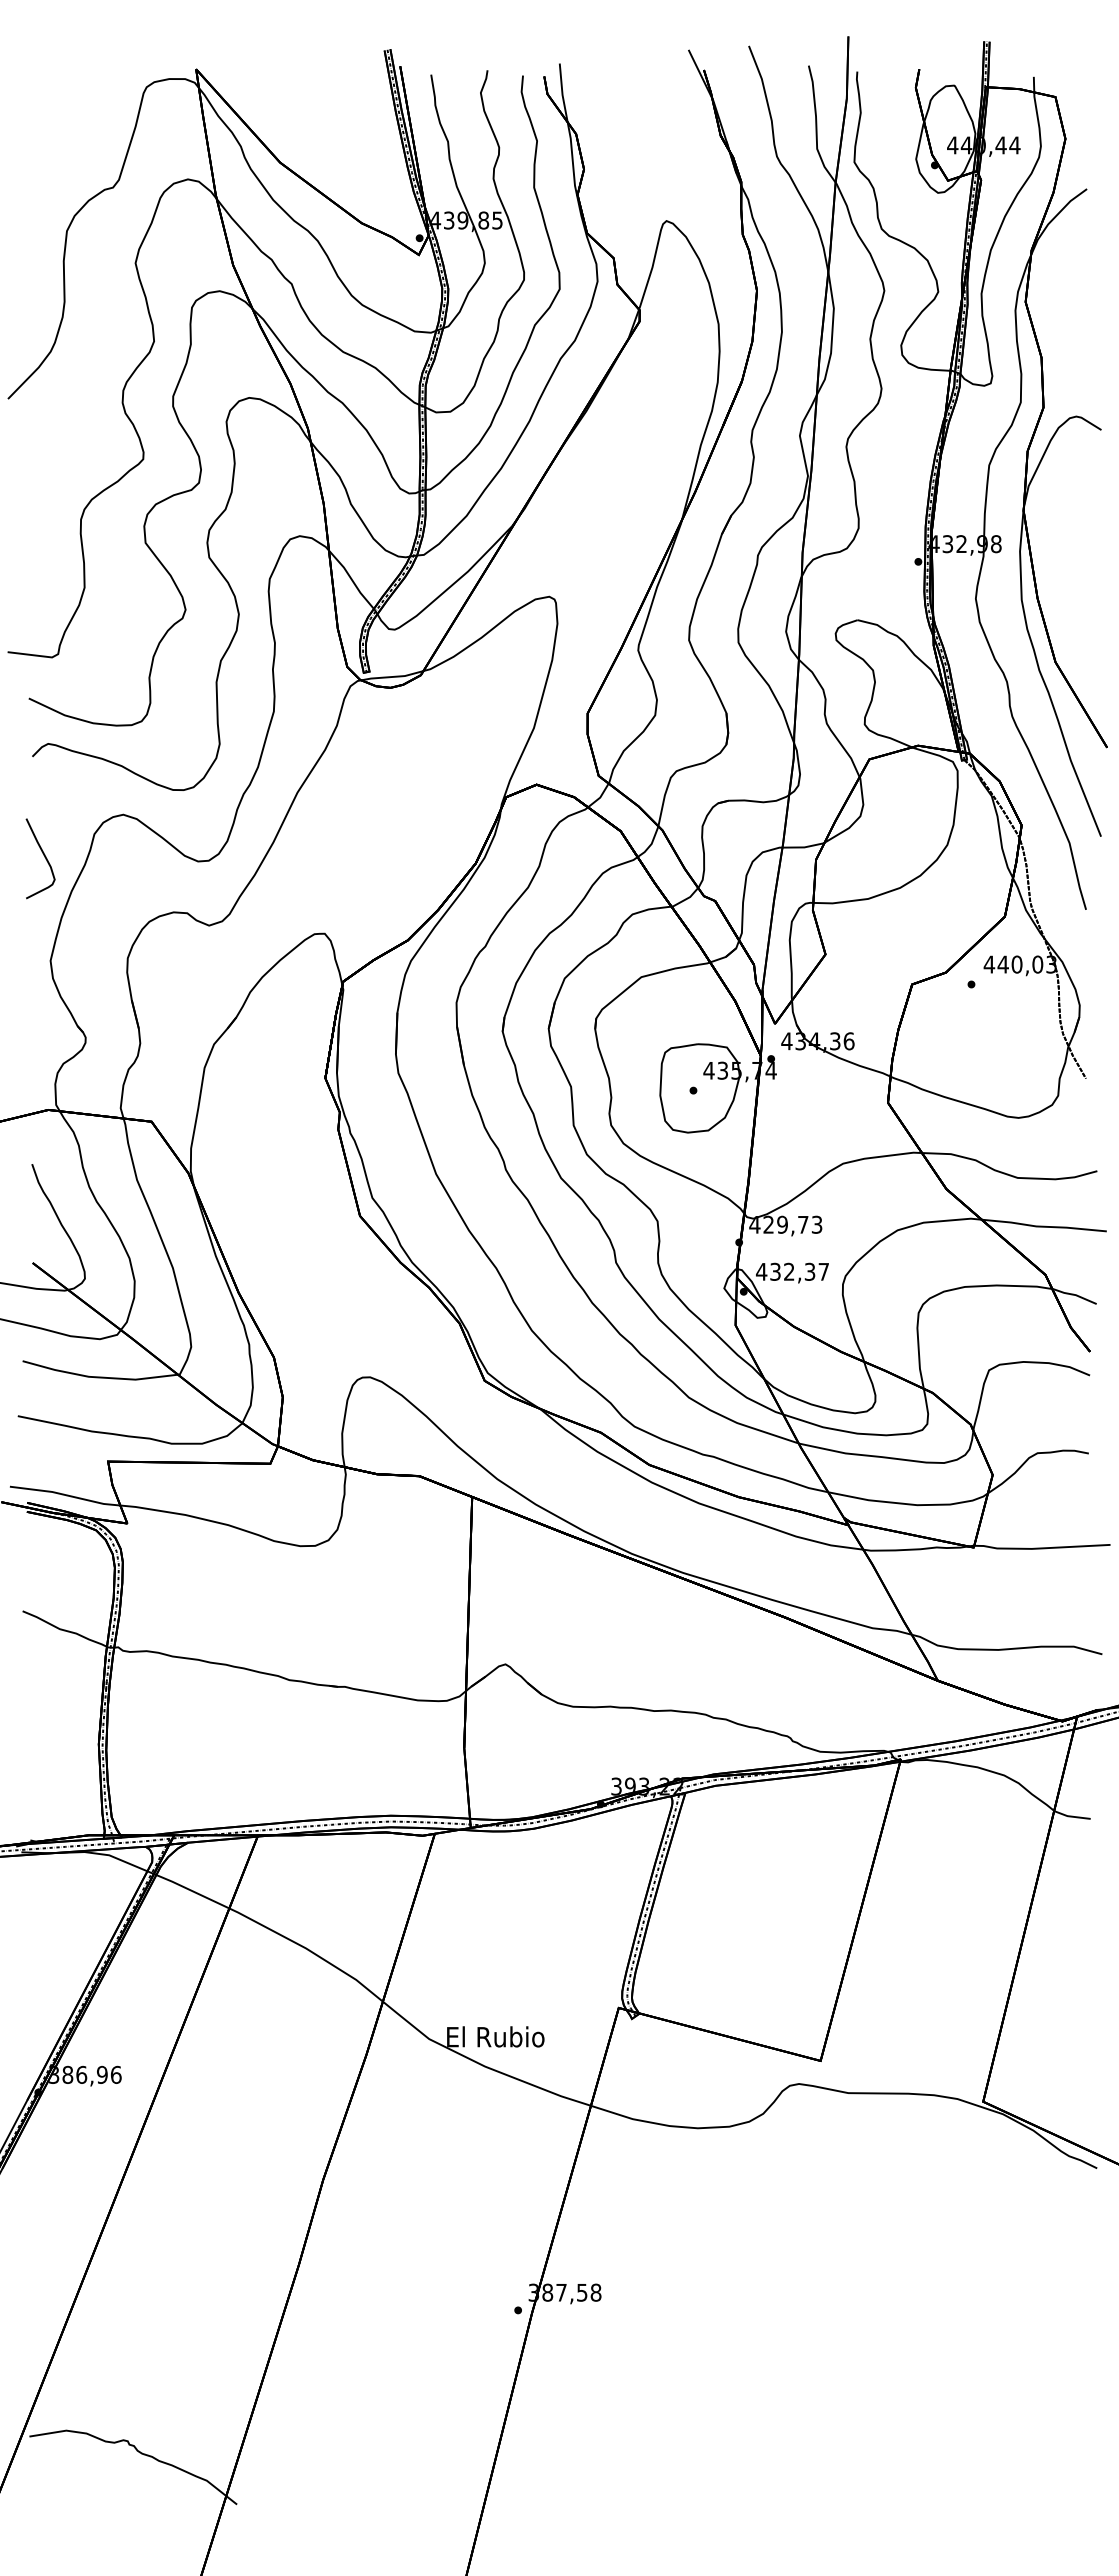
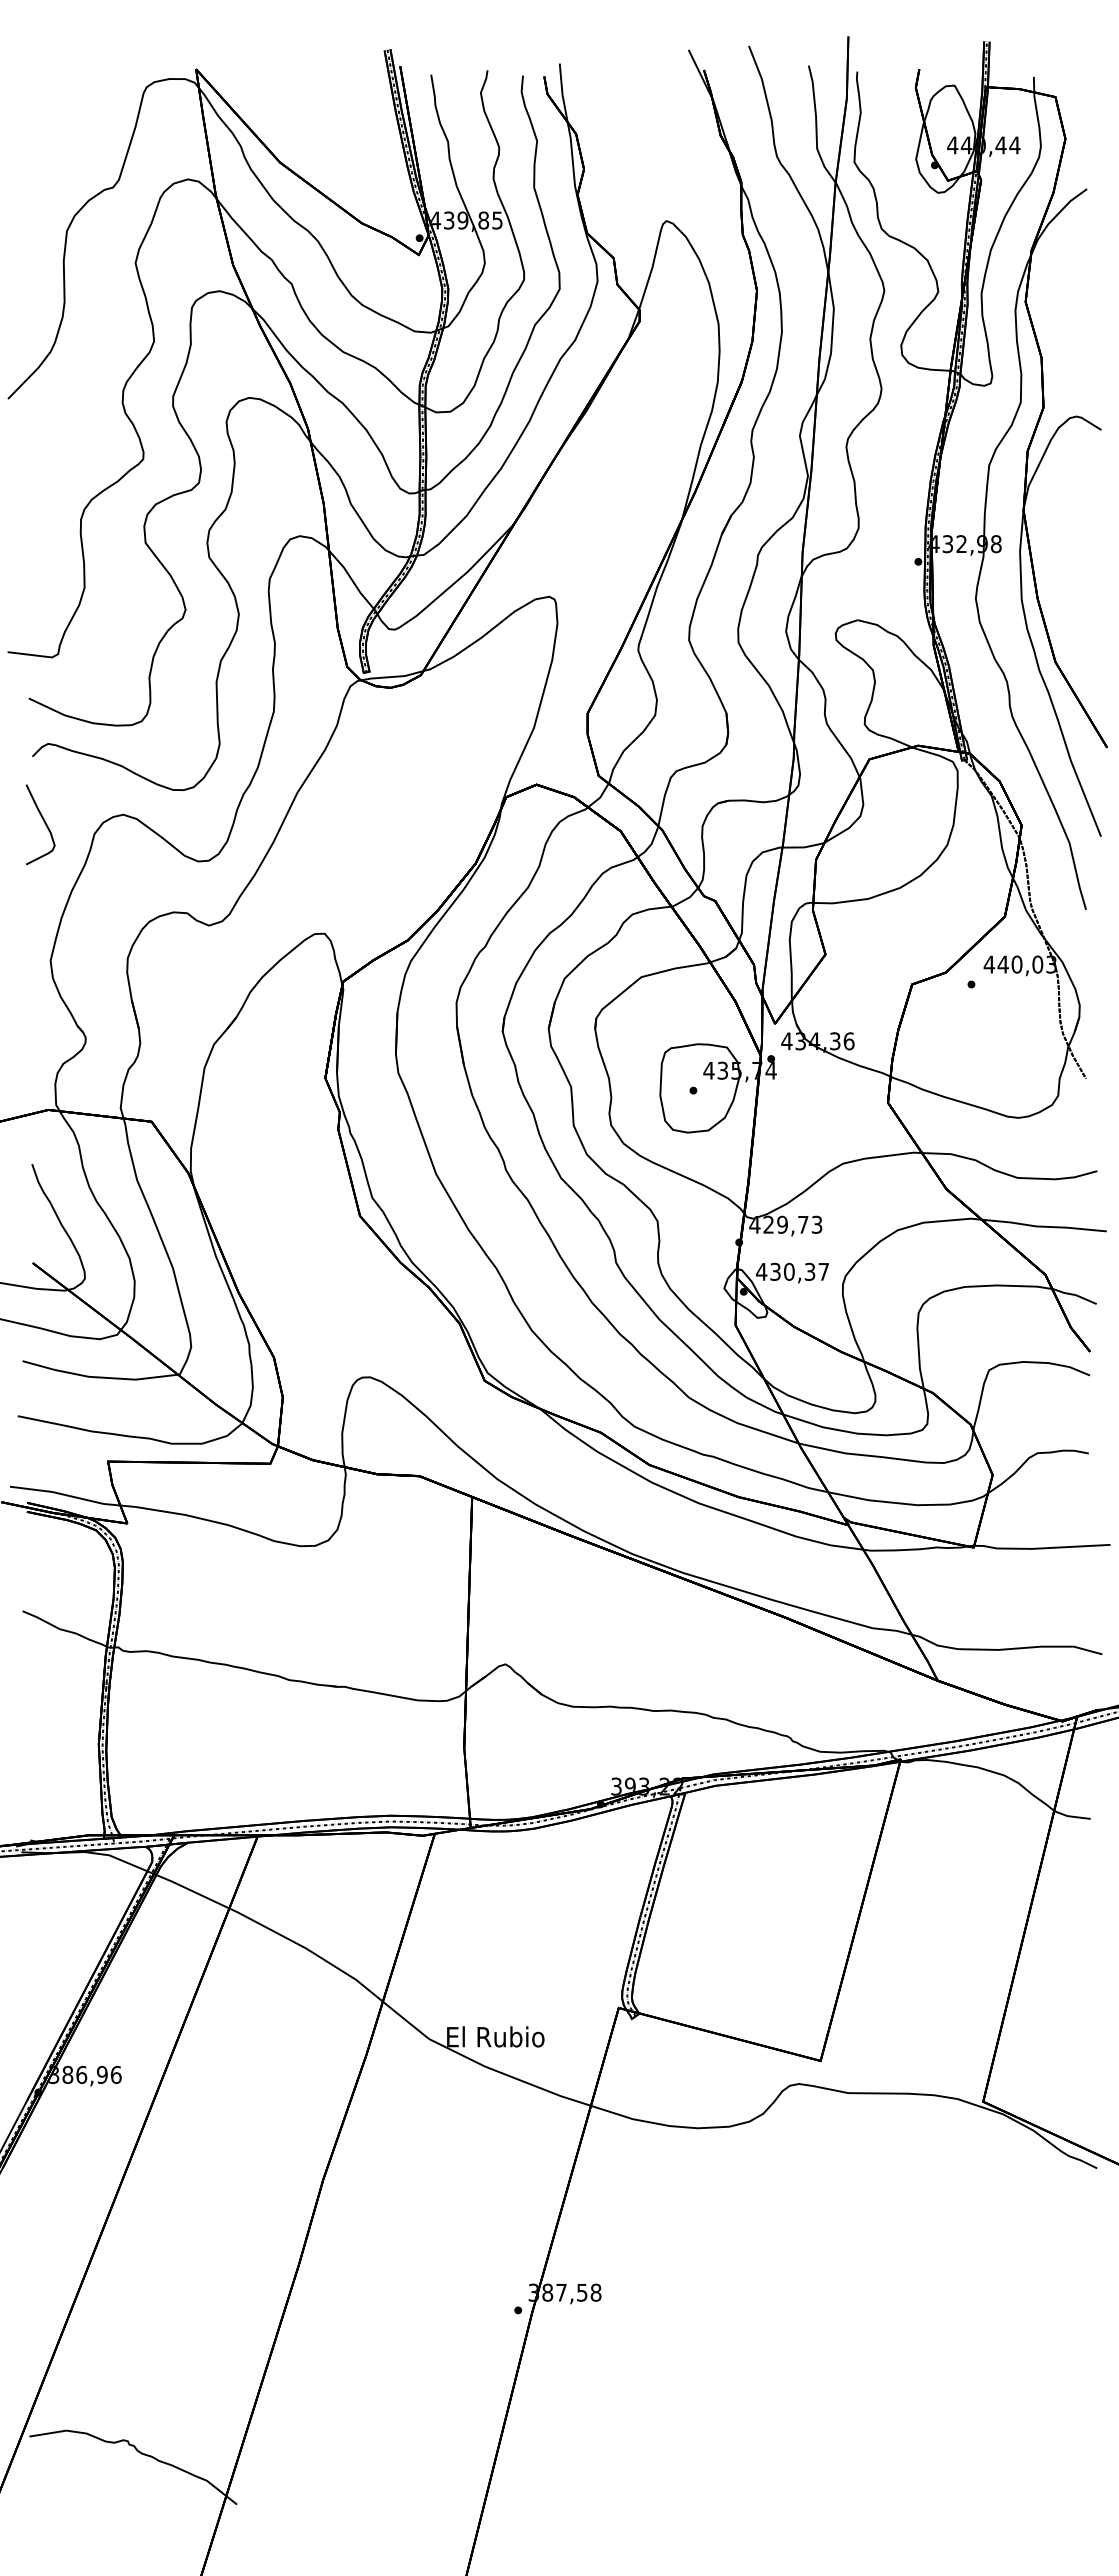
curve at (44, 857) position: (44, 857) -> (44, 823)
text at (789, 1271): 432,37 -> 430,37
